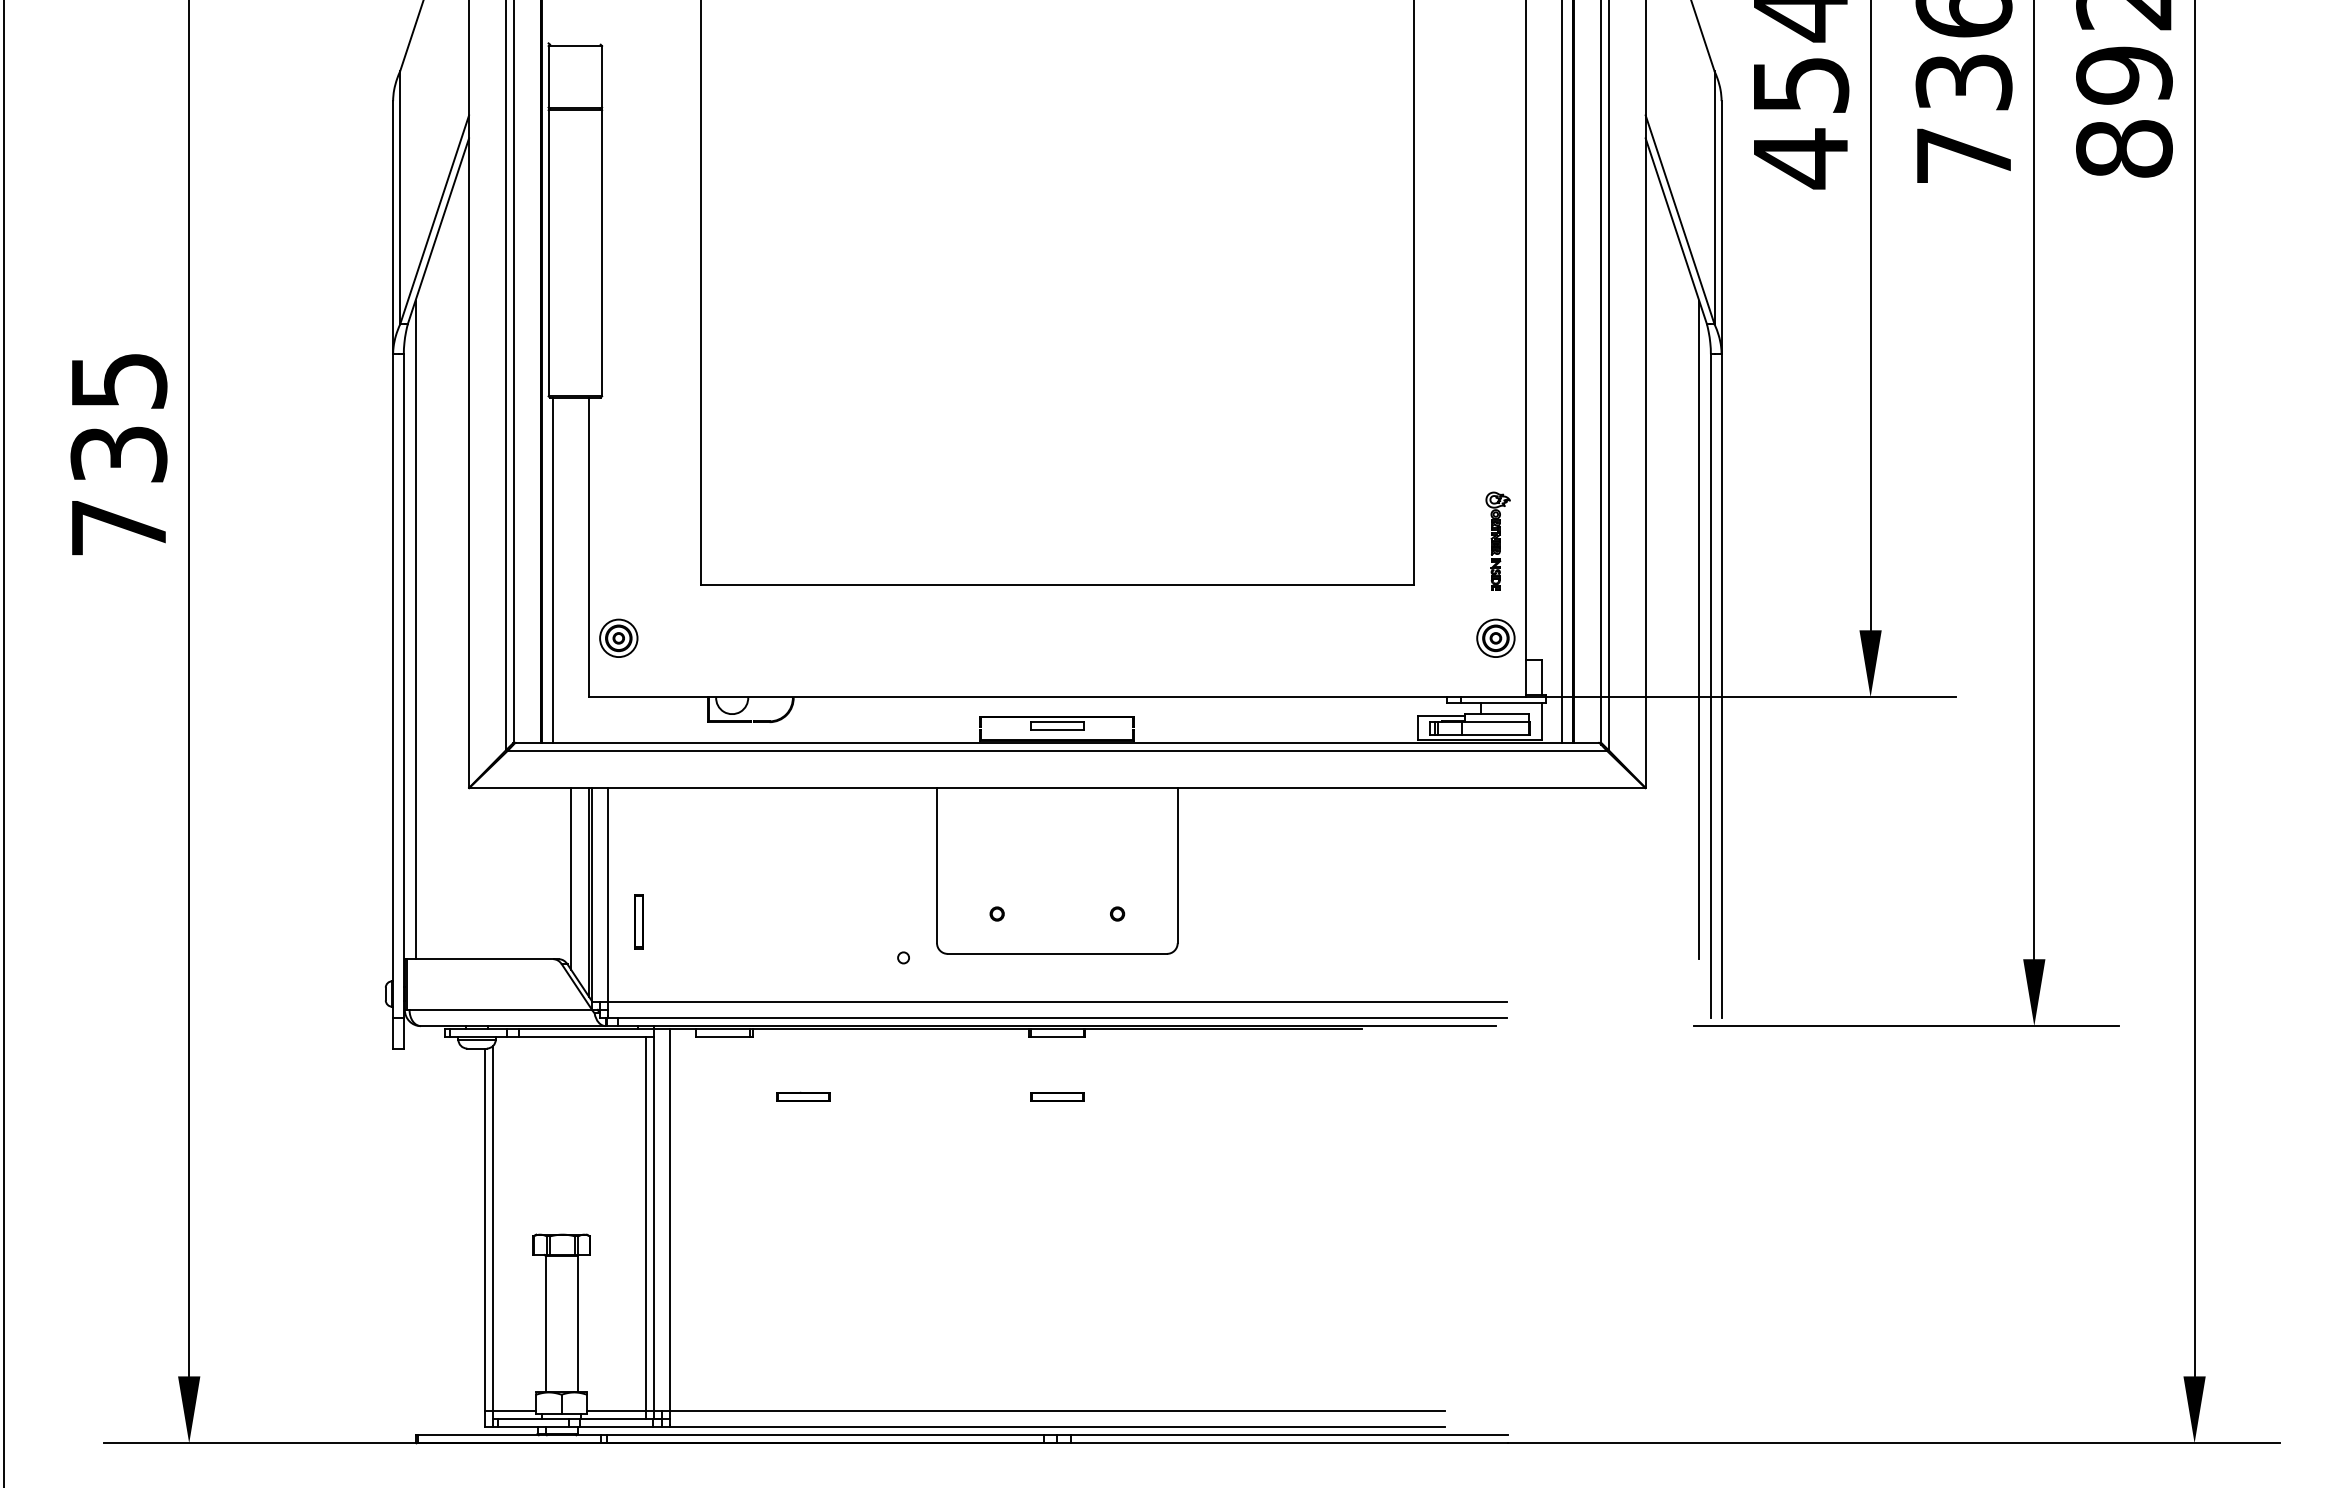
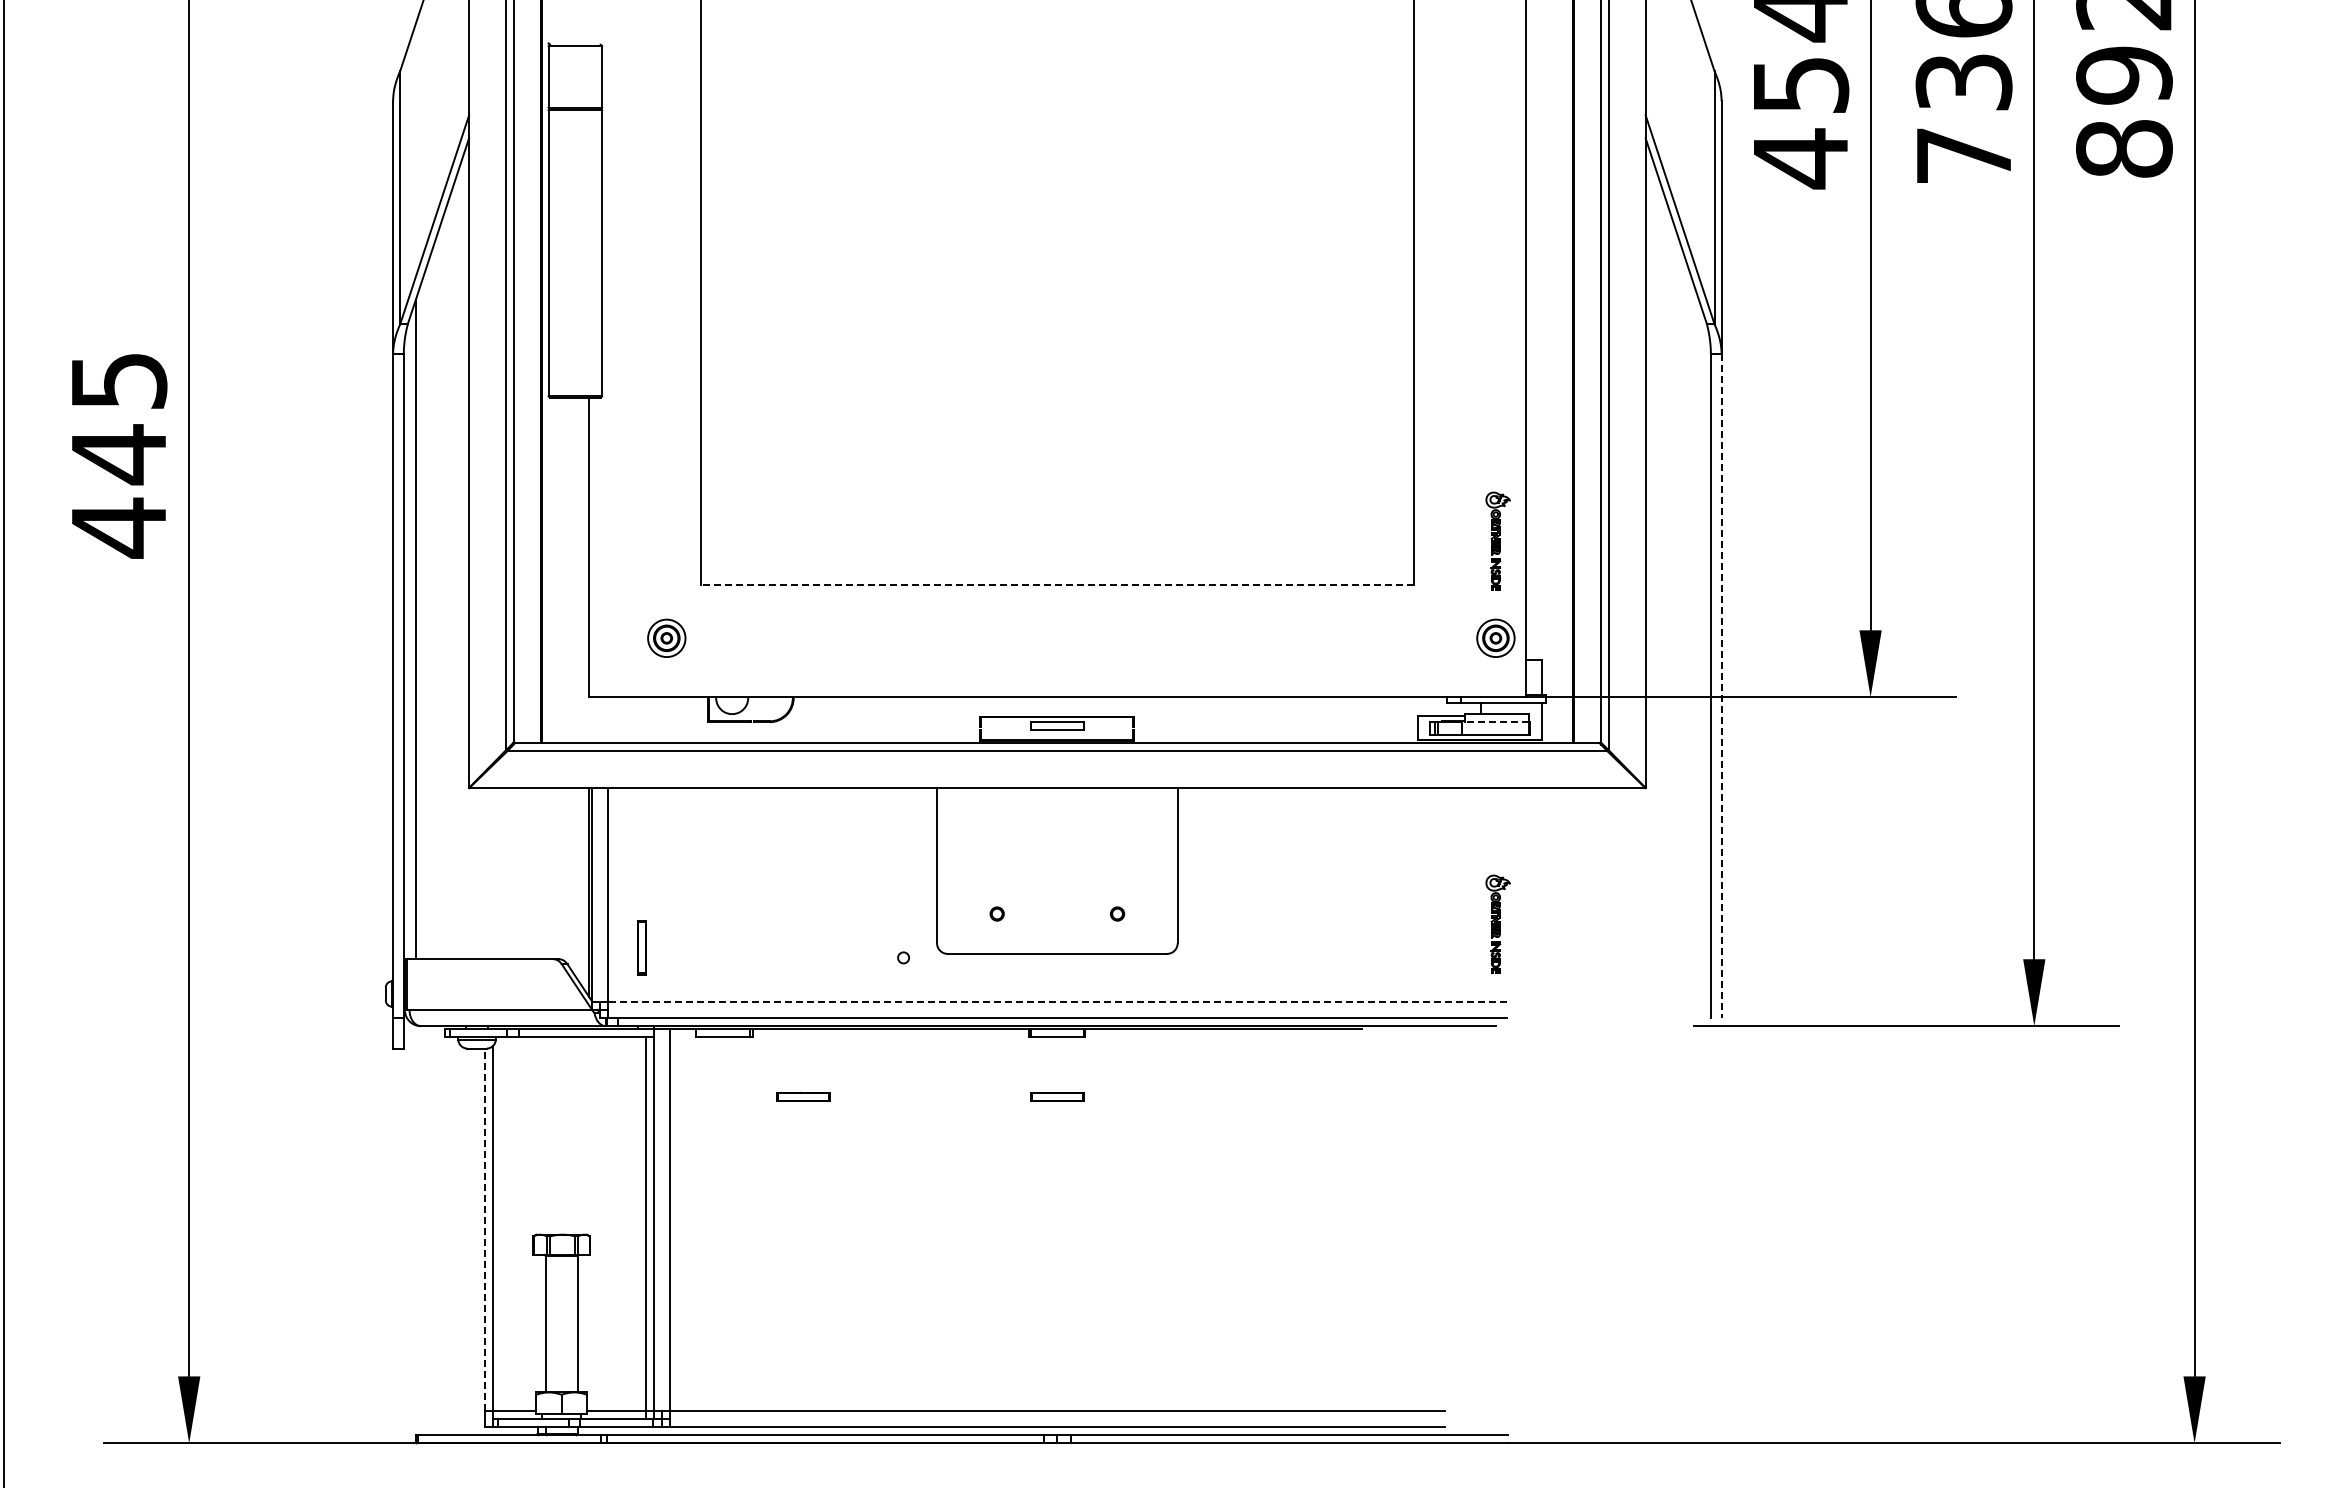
line at (1562, 372): present -> none
text at (118, 491): 735 -> 445
line at (552, 569): present -> none
line at (1056, 584): solid -> dashed
line at (1699, 629): present -> none
part at (618, 637) position: (618, 637) -> (666, 637)
line at (1721, 686): solid -> dashed
line at (1495, 721): solid -> dashed
line at (571, 879): present -> none
part at (638, 921) position: (638, 921) -> (641, 947)
part at (1497, 923): none -> present
line at (1056, 1002): solid -> dashed
line at (485, 1229): solid -> dashed
